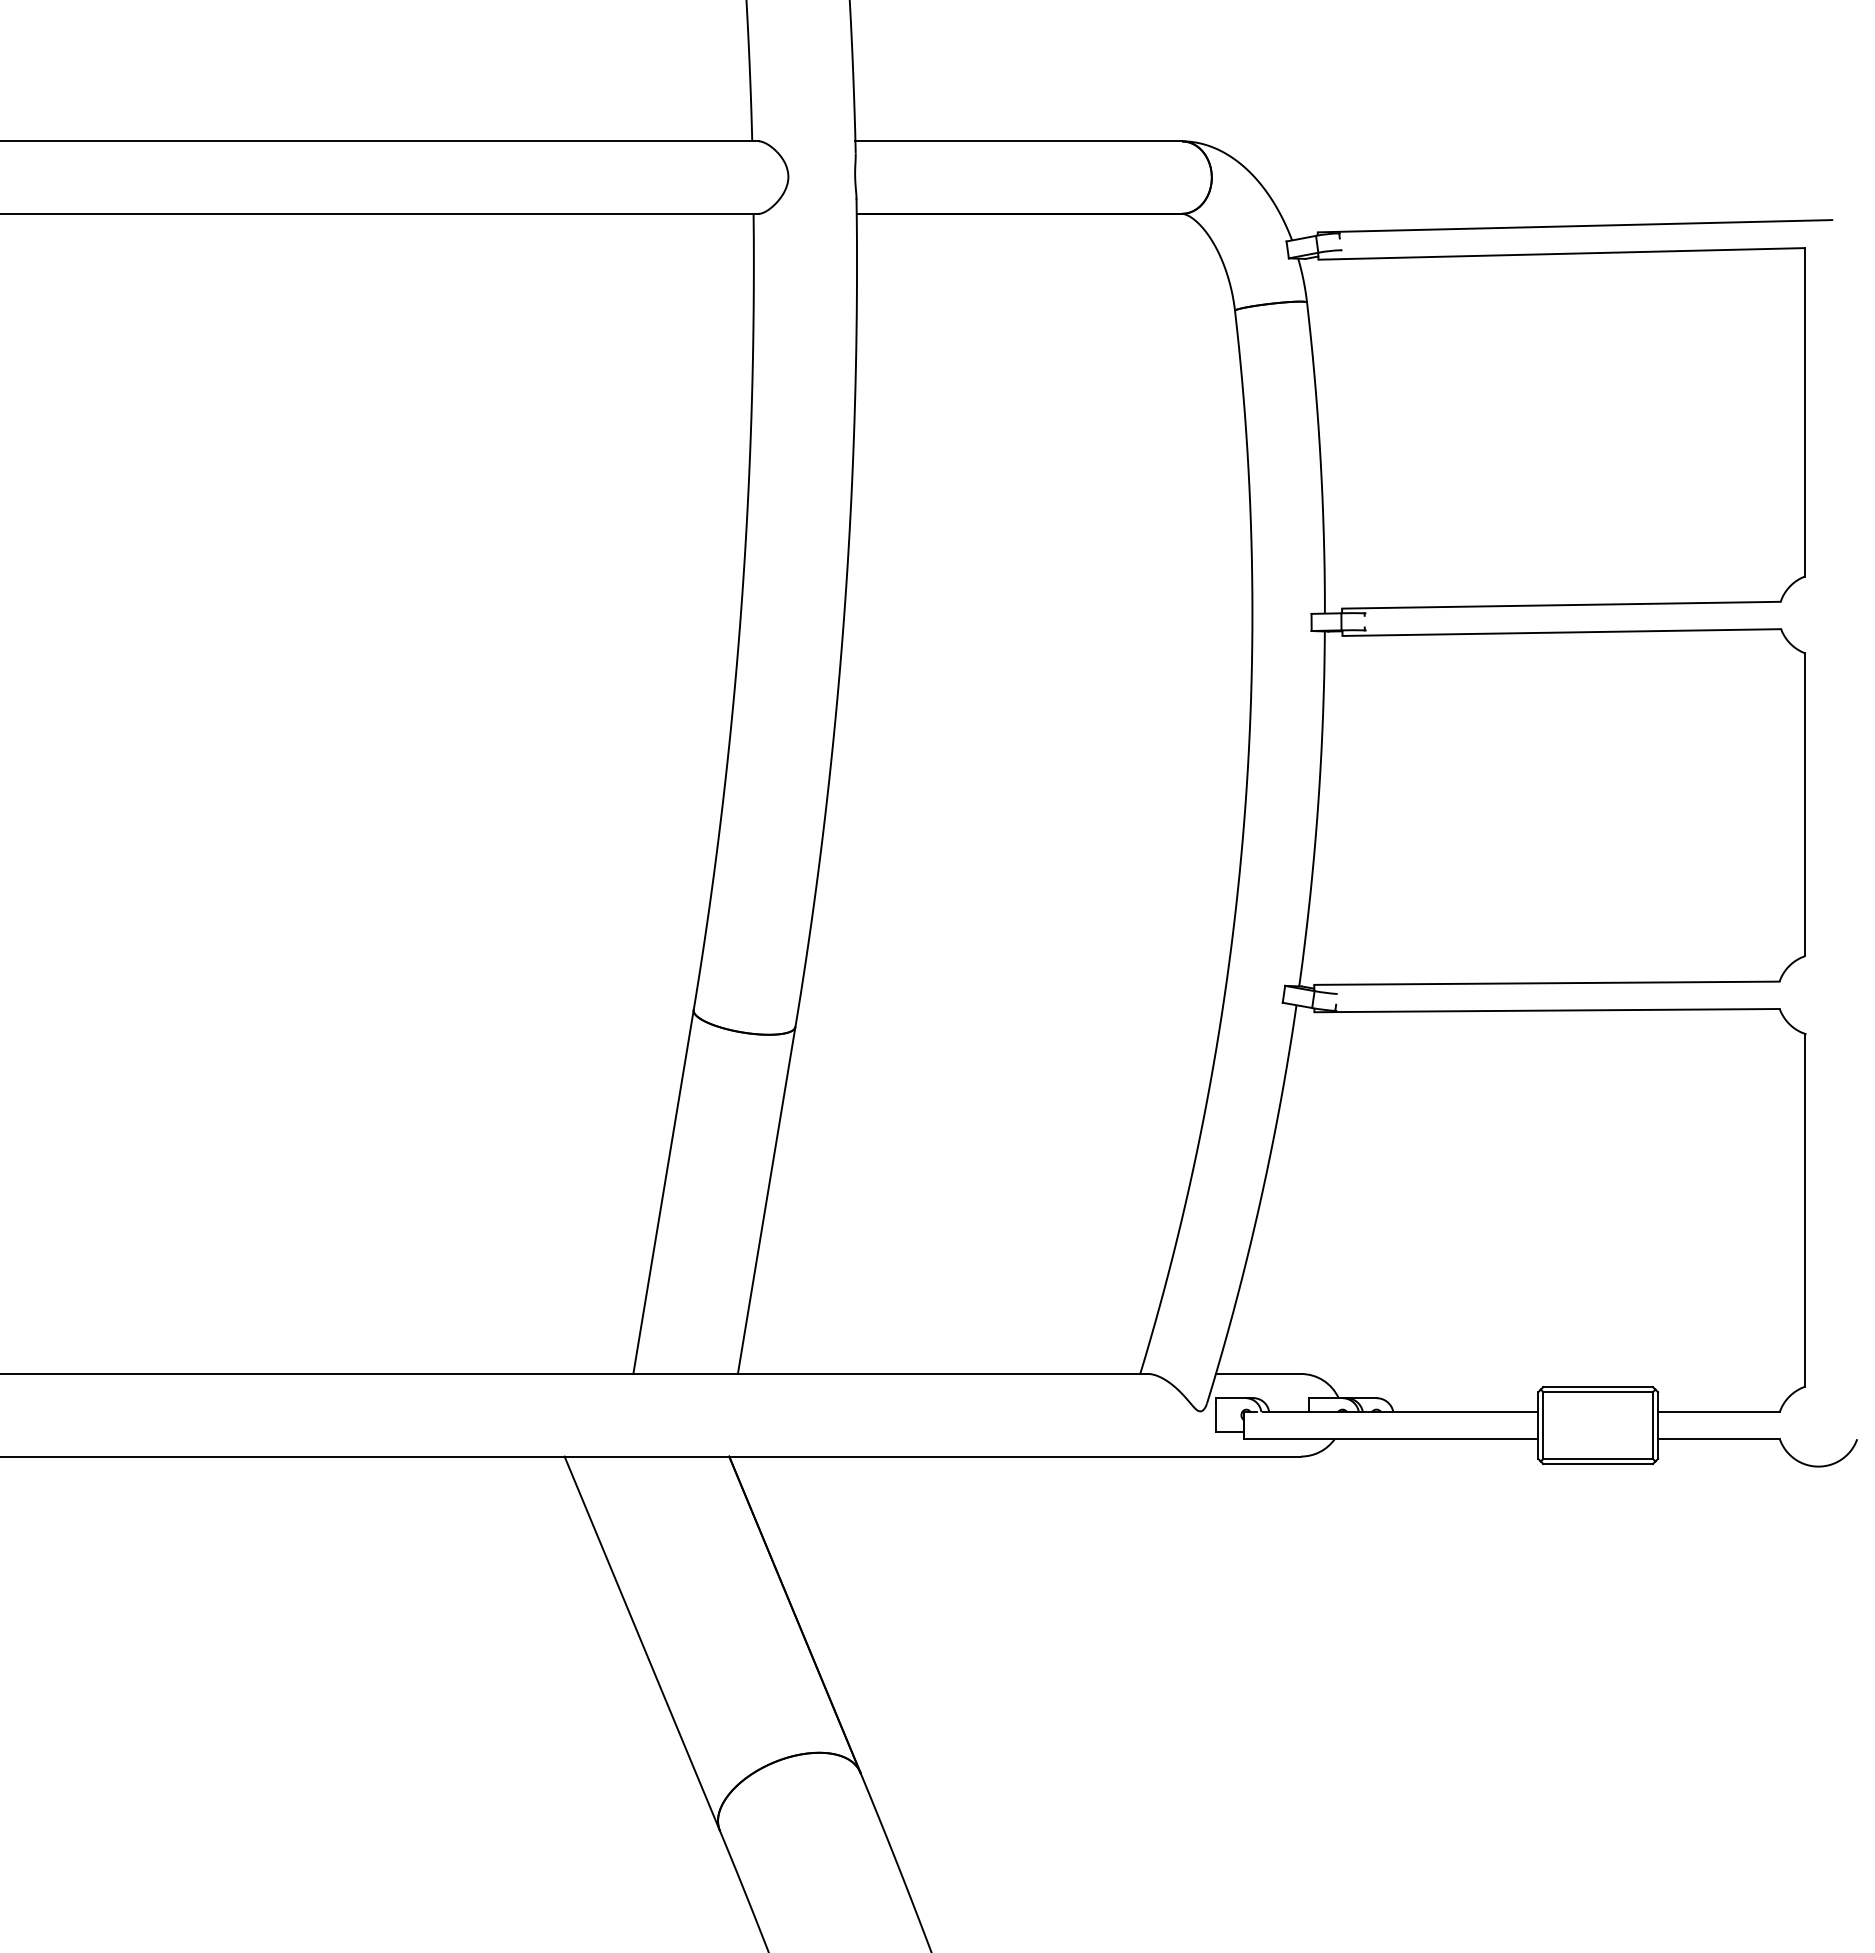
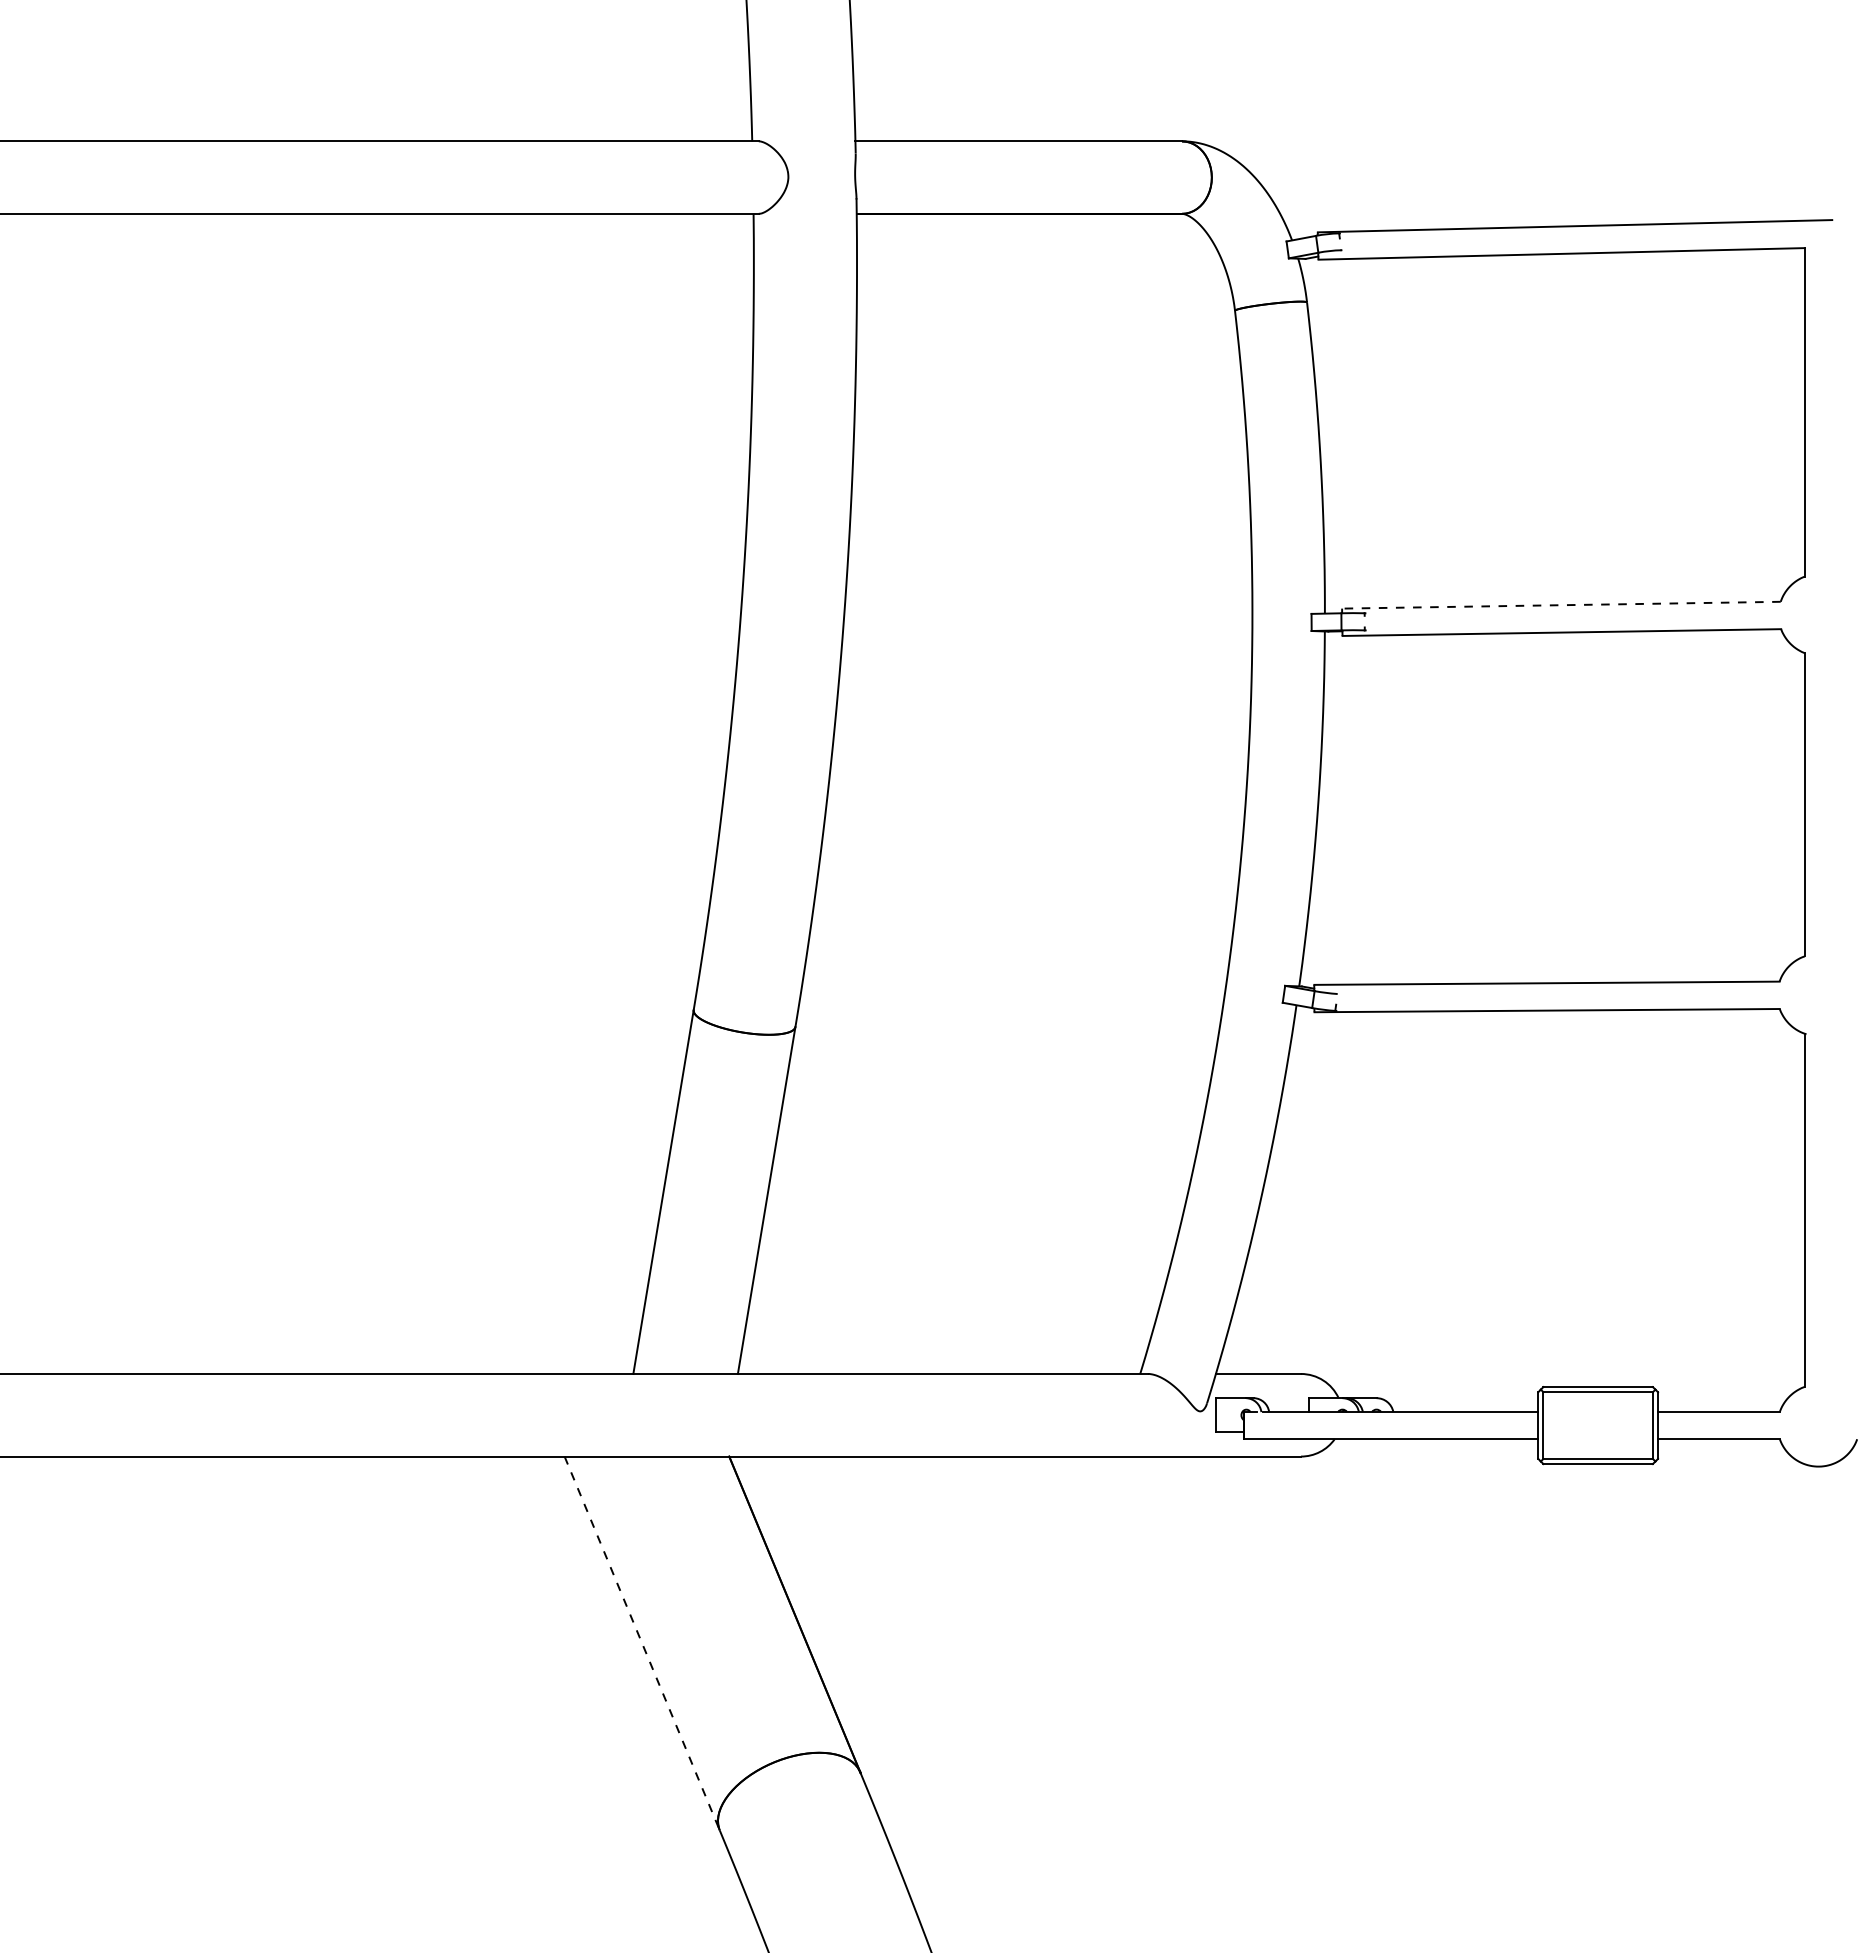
line at (1560, 605): solid -> dashed
line at (642, 1643): solid -> dashed
